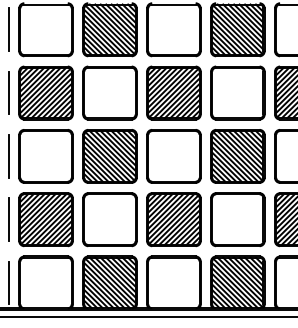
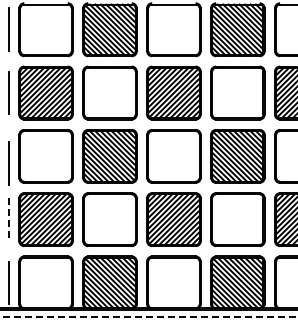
line at (8, 156) position: (8, 156) -> (8, 163)
line at (8, 220): solid -> dashed
line at (148, 317): solid -> dashed
